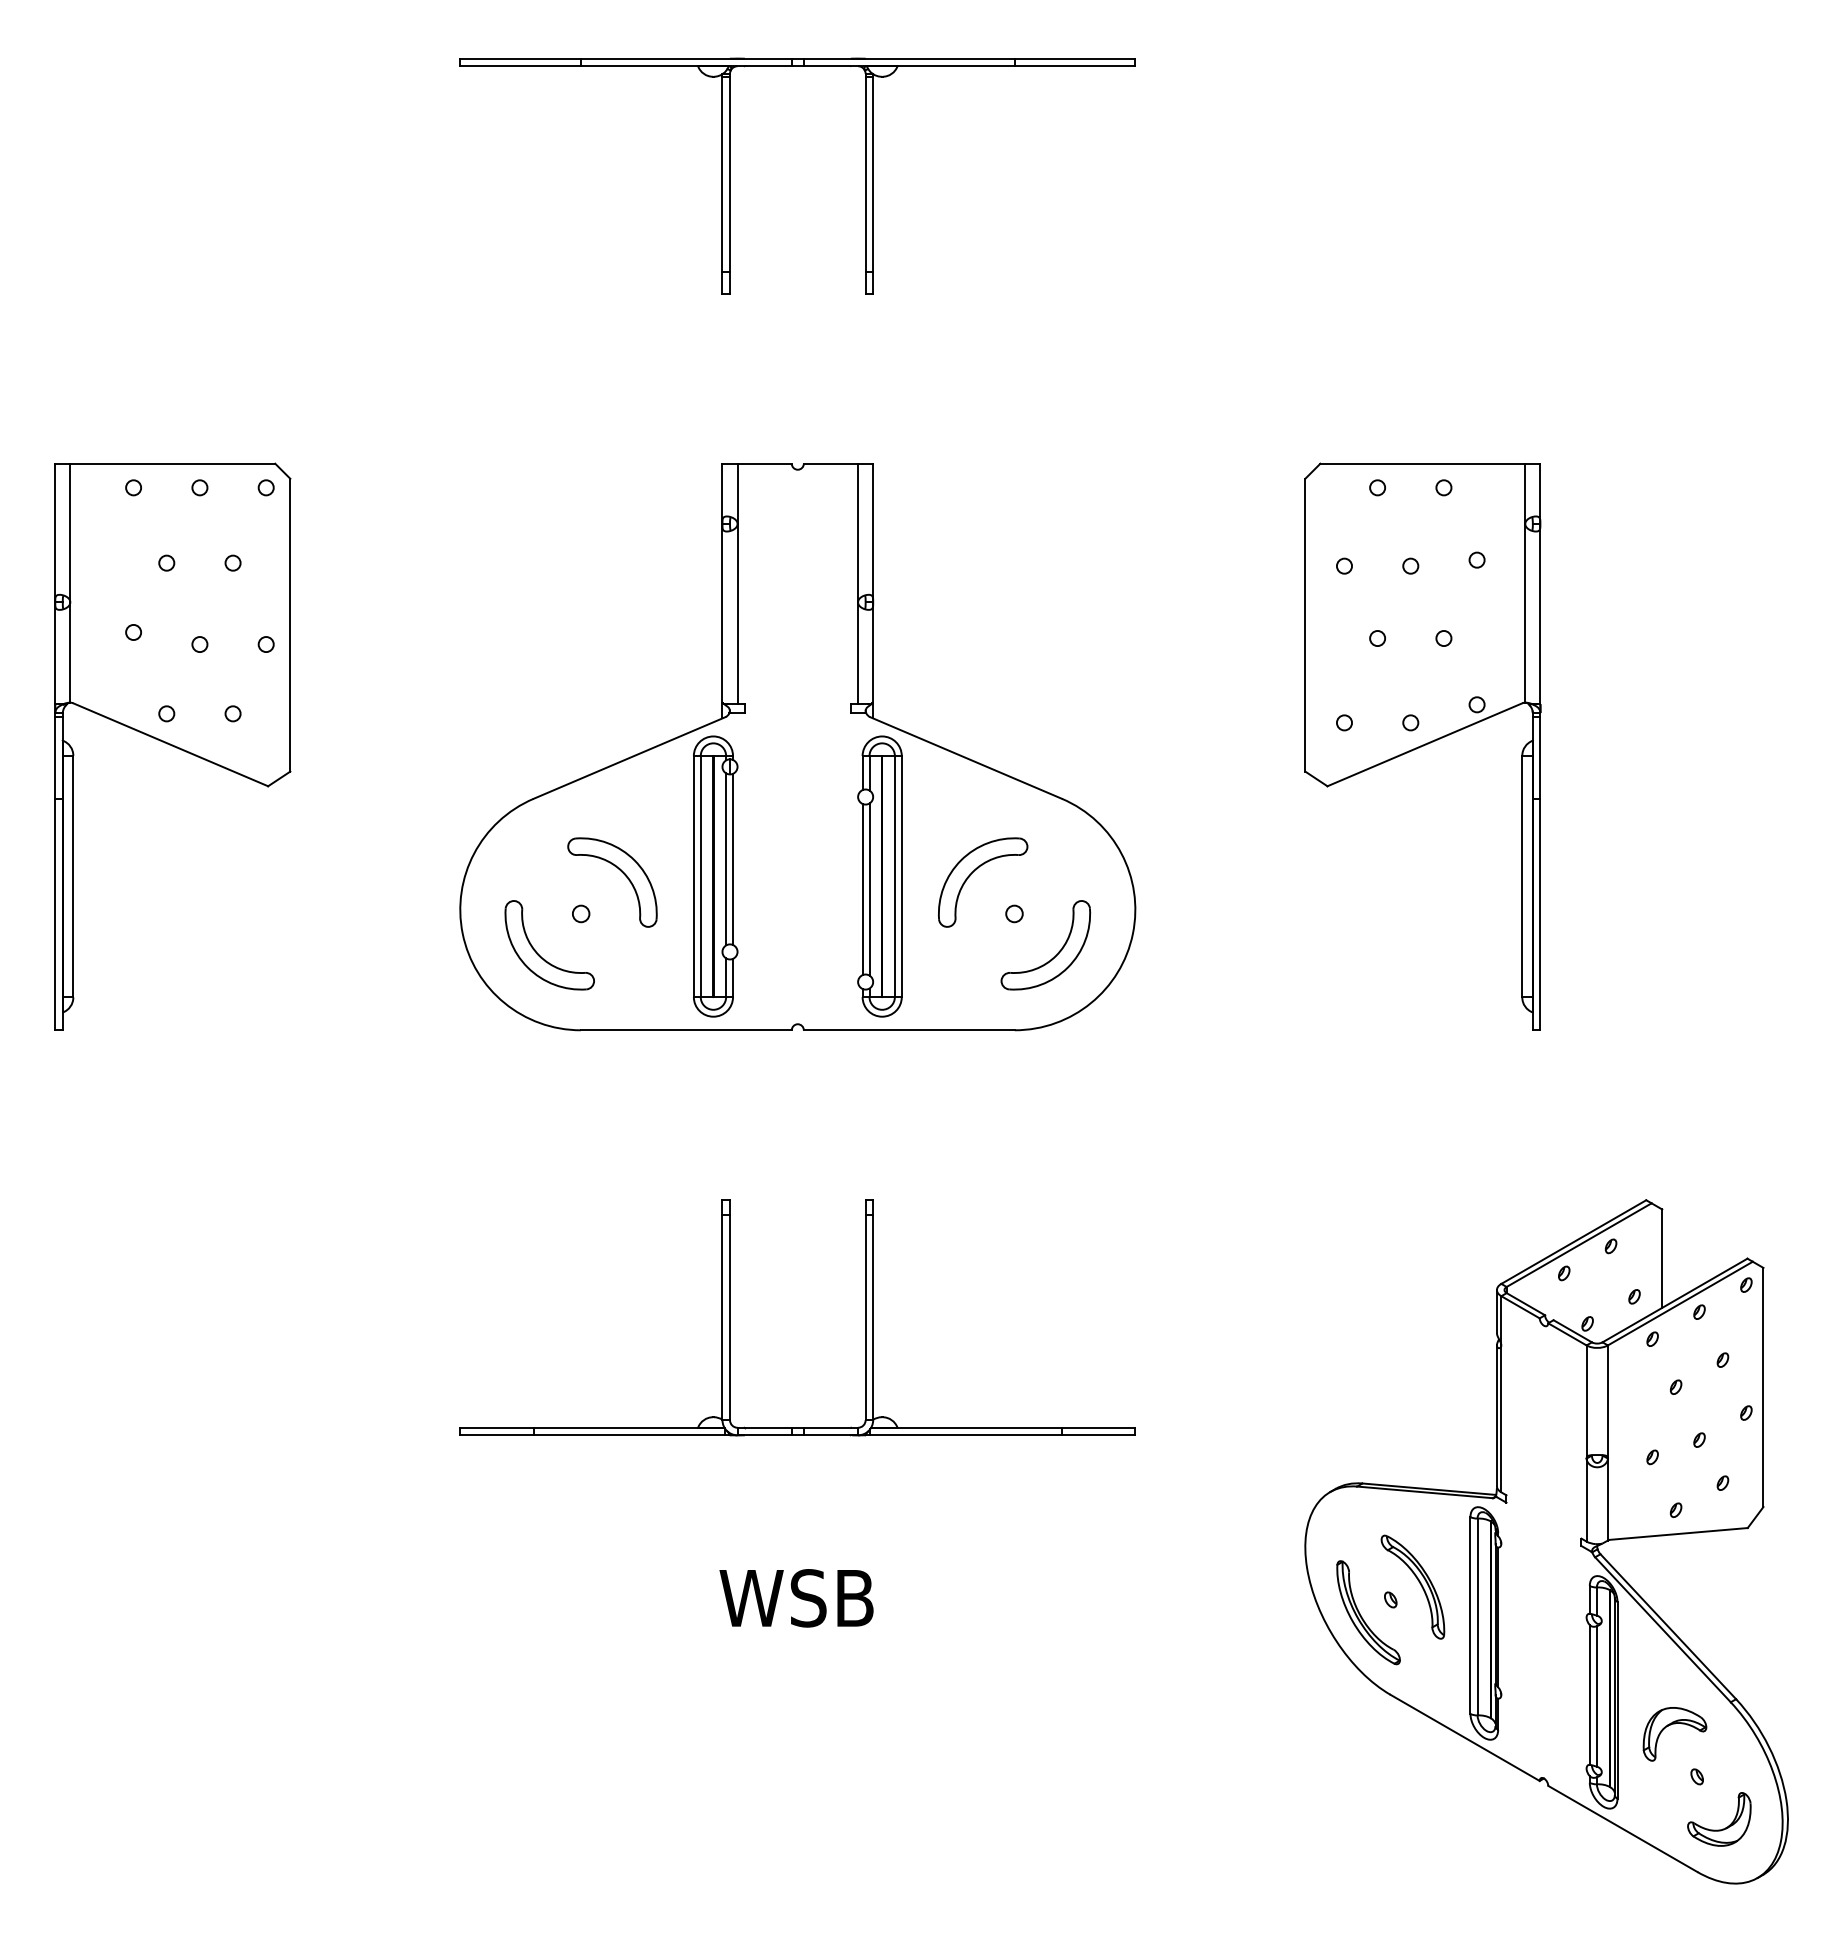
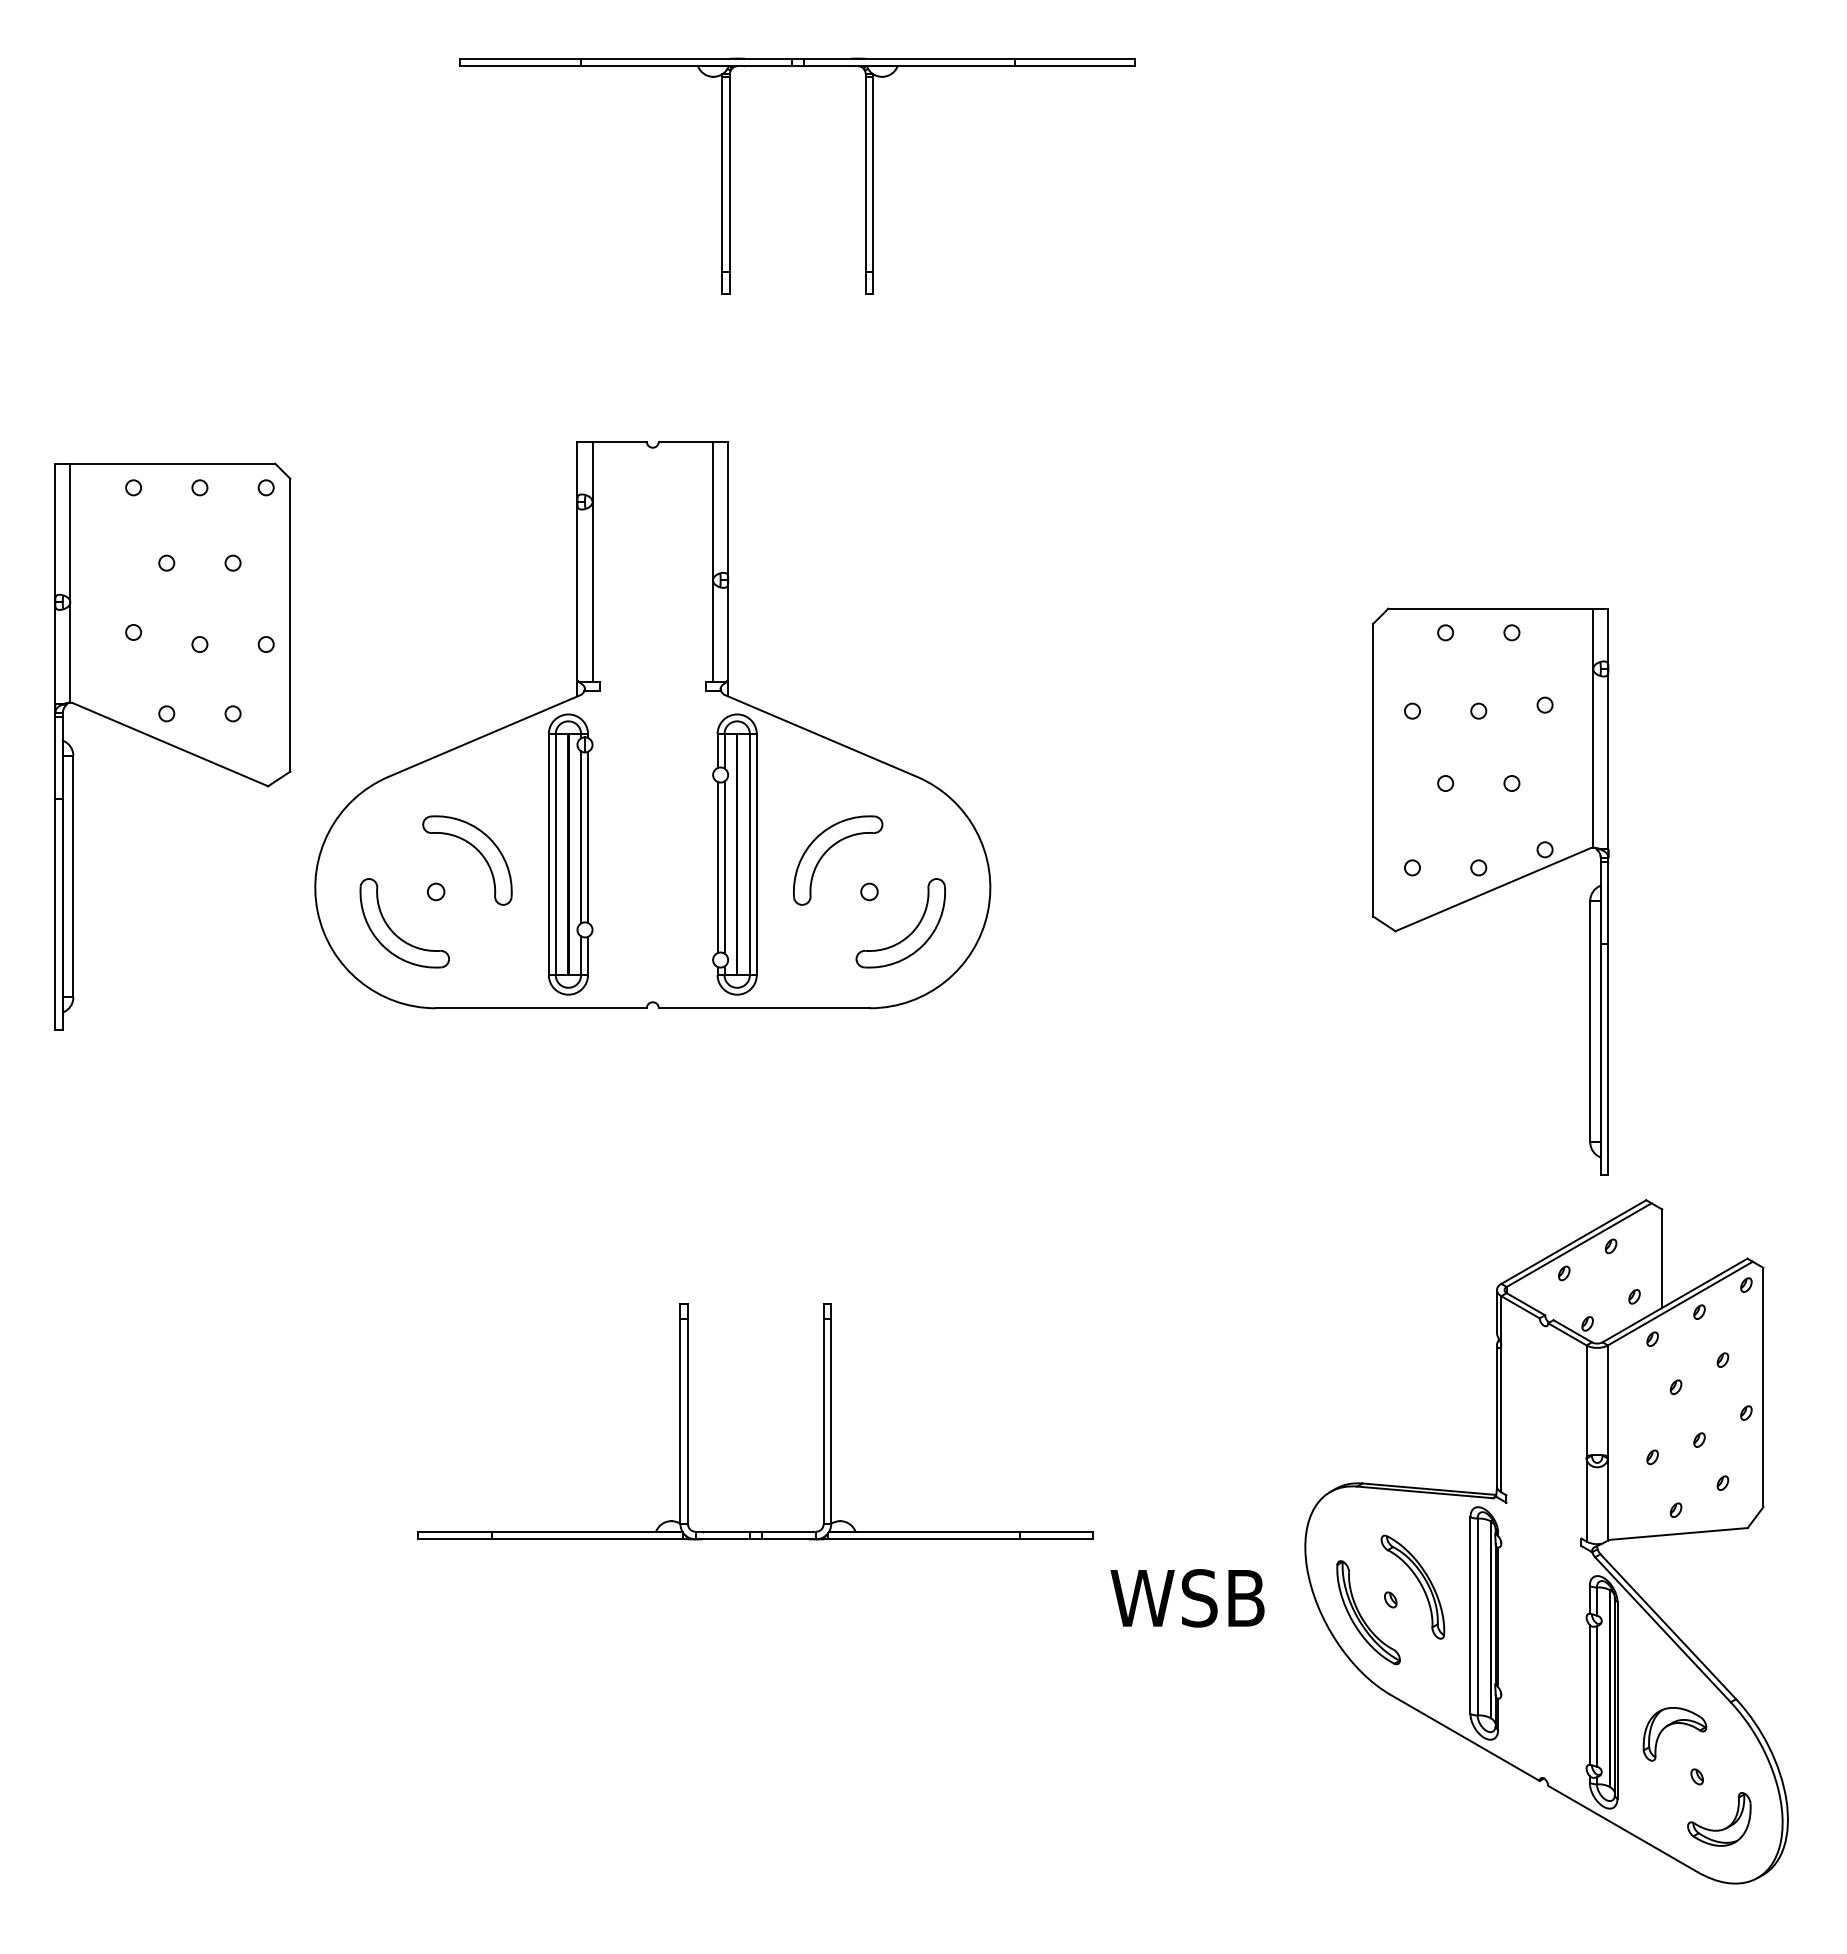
part at (1422, 746) position: (1422, 746) -> (1490, 891)
part at (797, 747) position: (797, 747) -> (652, 725)
part at (730, 1317) position: (730, 1317) -> (688, 1421)
text at (796, 1598) position: (796, 1598) -> (1187, 1598)
